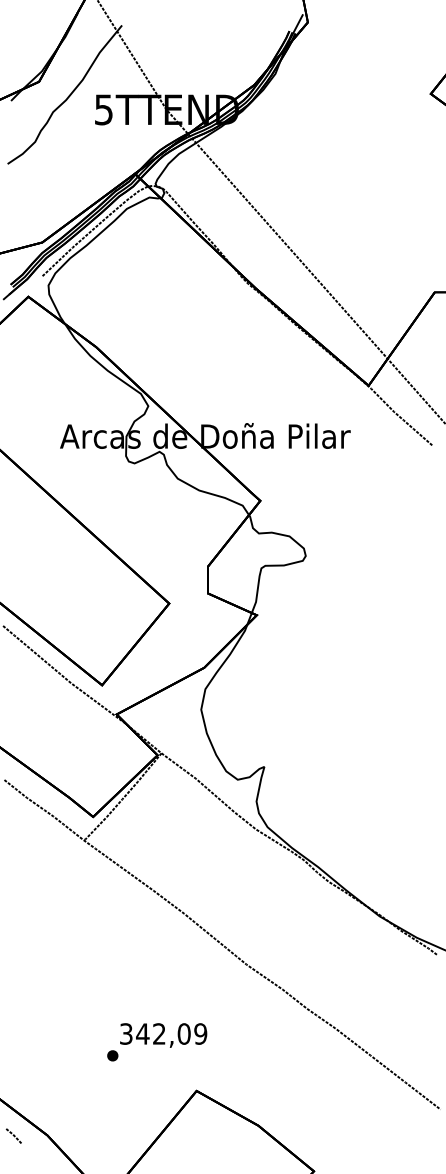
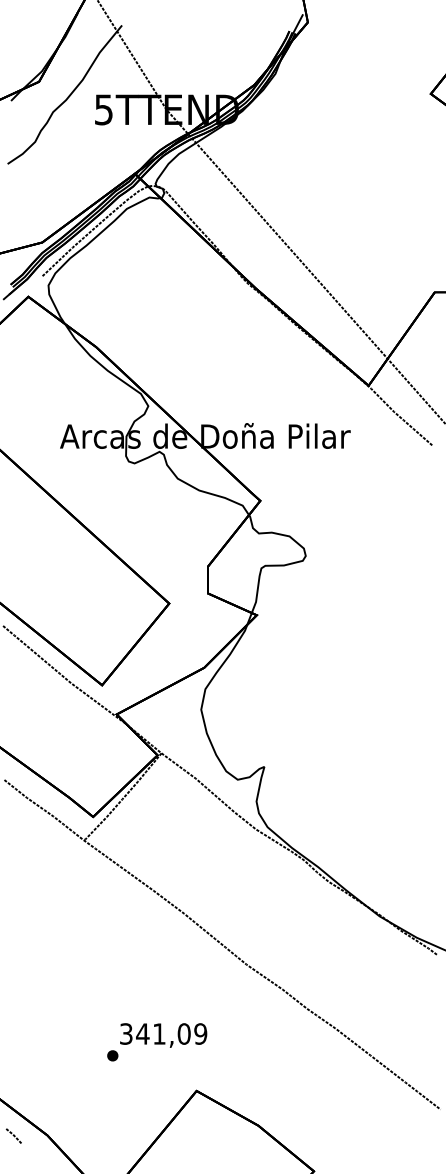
text at (159, 1033): 342,09 -> 341,09
